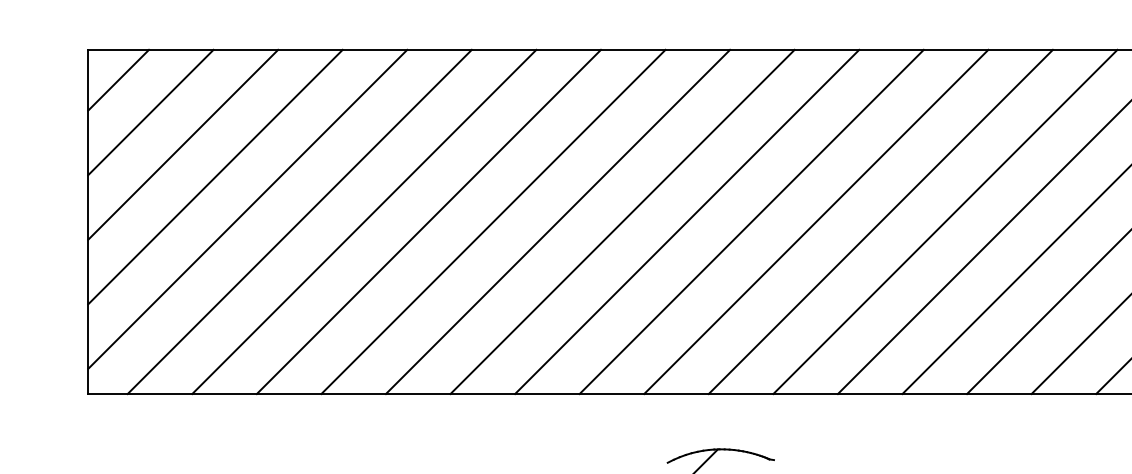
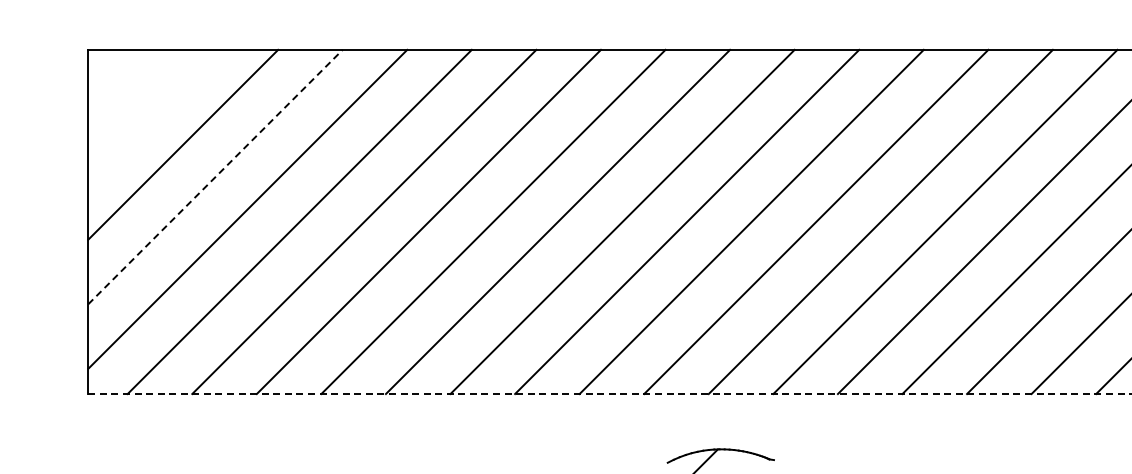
line at (118, 79): present -> none
line at (150, 112): present -> none
line at (215, 177): solid -> dashed
line at (610, 394): solid -> dashed
